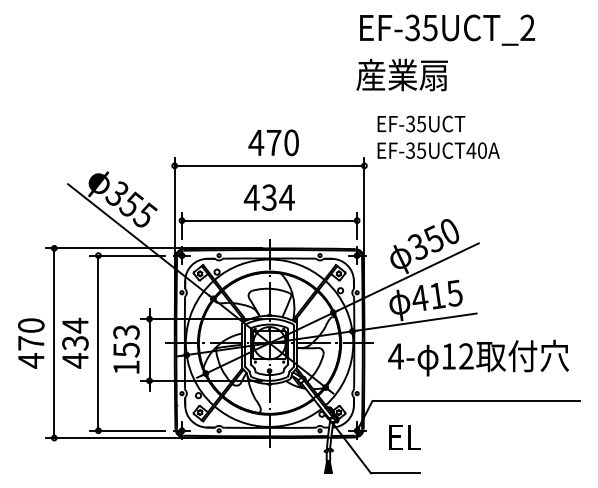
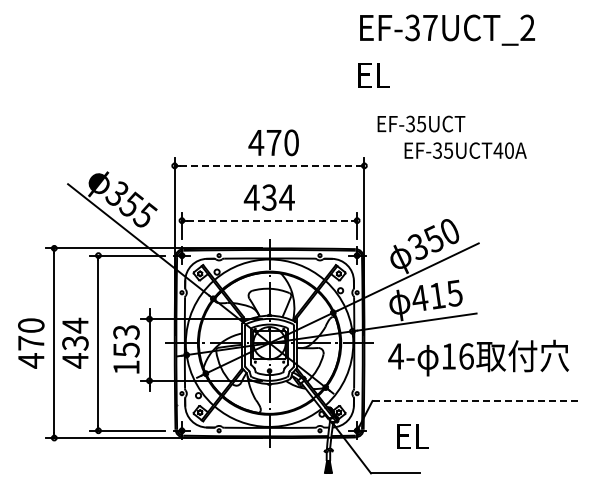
text at (429, 28): EF-35UCT_2 -> EF-37UCT_2
text at (401, 74): 産業扇 -> EL
text at (438, 150) position: (438, 150) -> (465, 150)
line at (269, 165): solid -> dashed
line at (269, 220): solid -> dashed
text at (466, 356): 12 -> 16
line at (476, 401): solid -> dashed
text at (404, 437) position: (404, 437) -> (412, 436)
